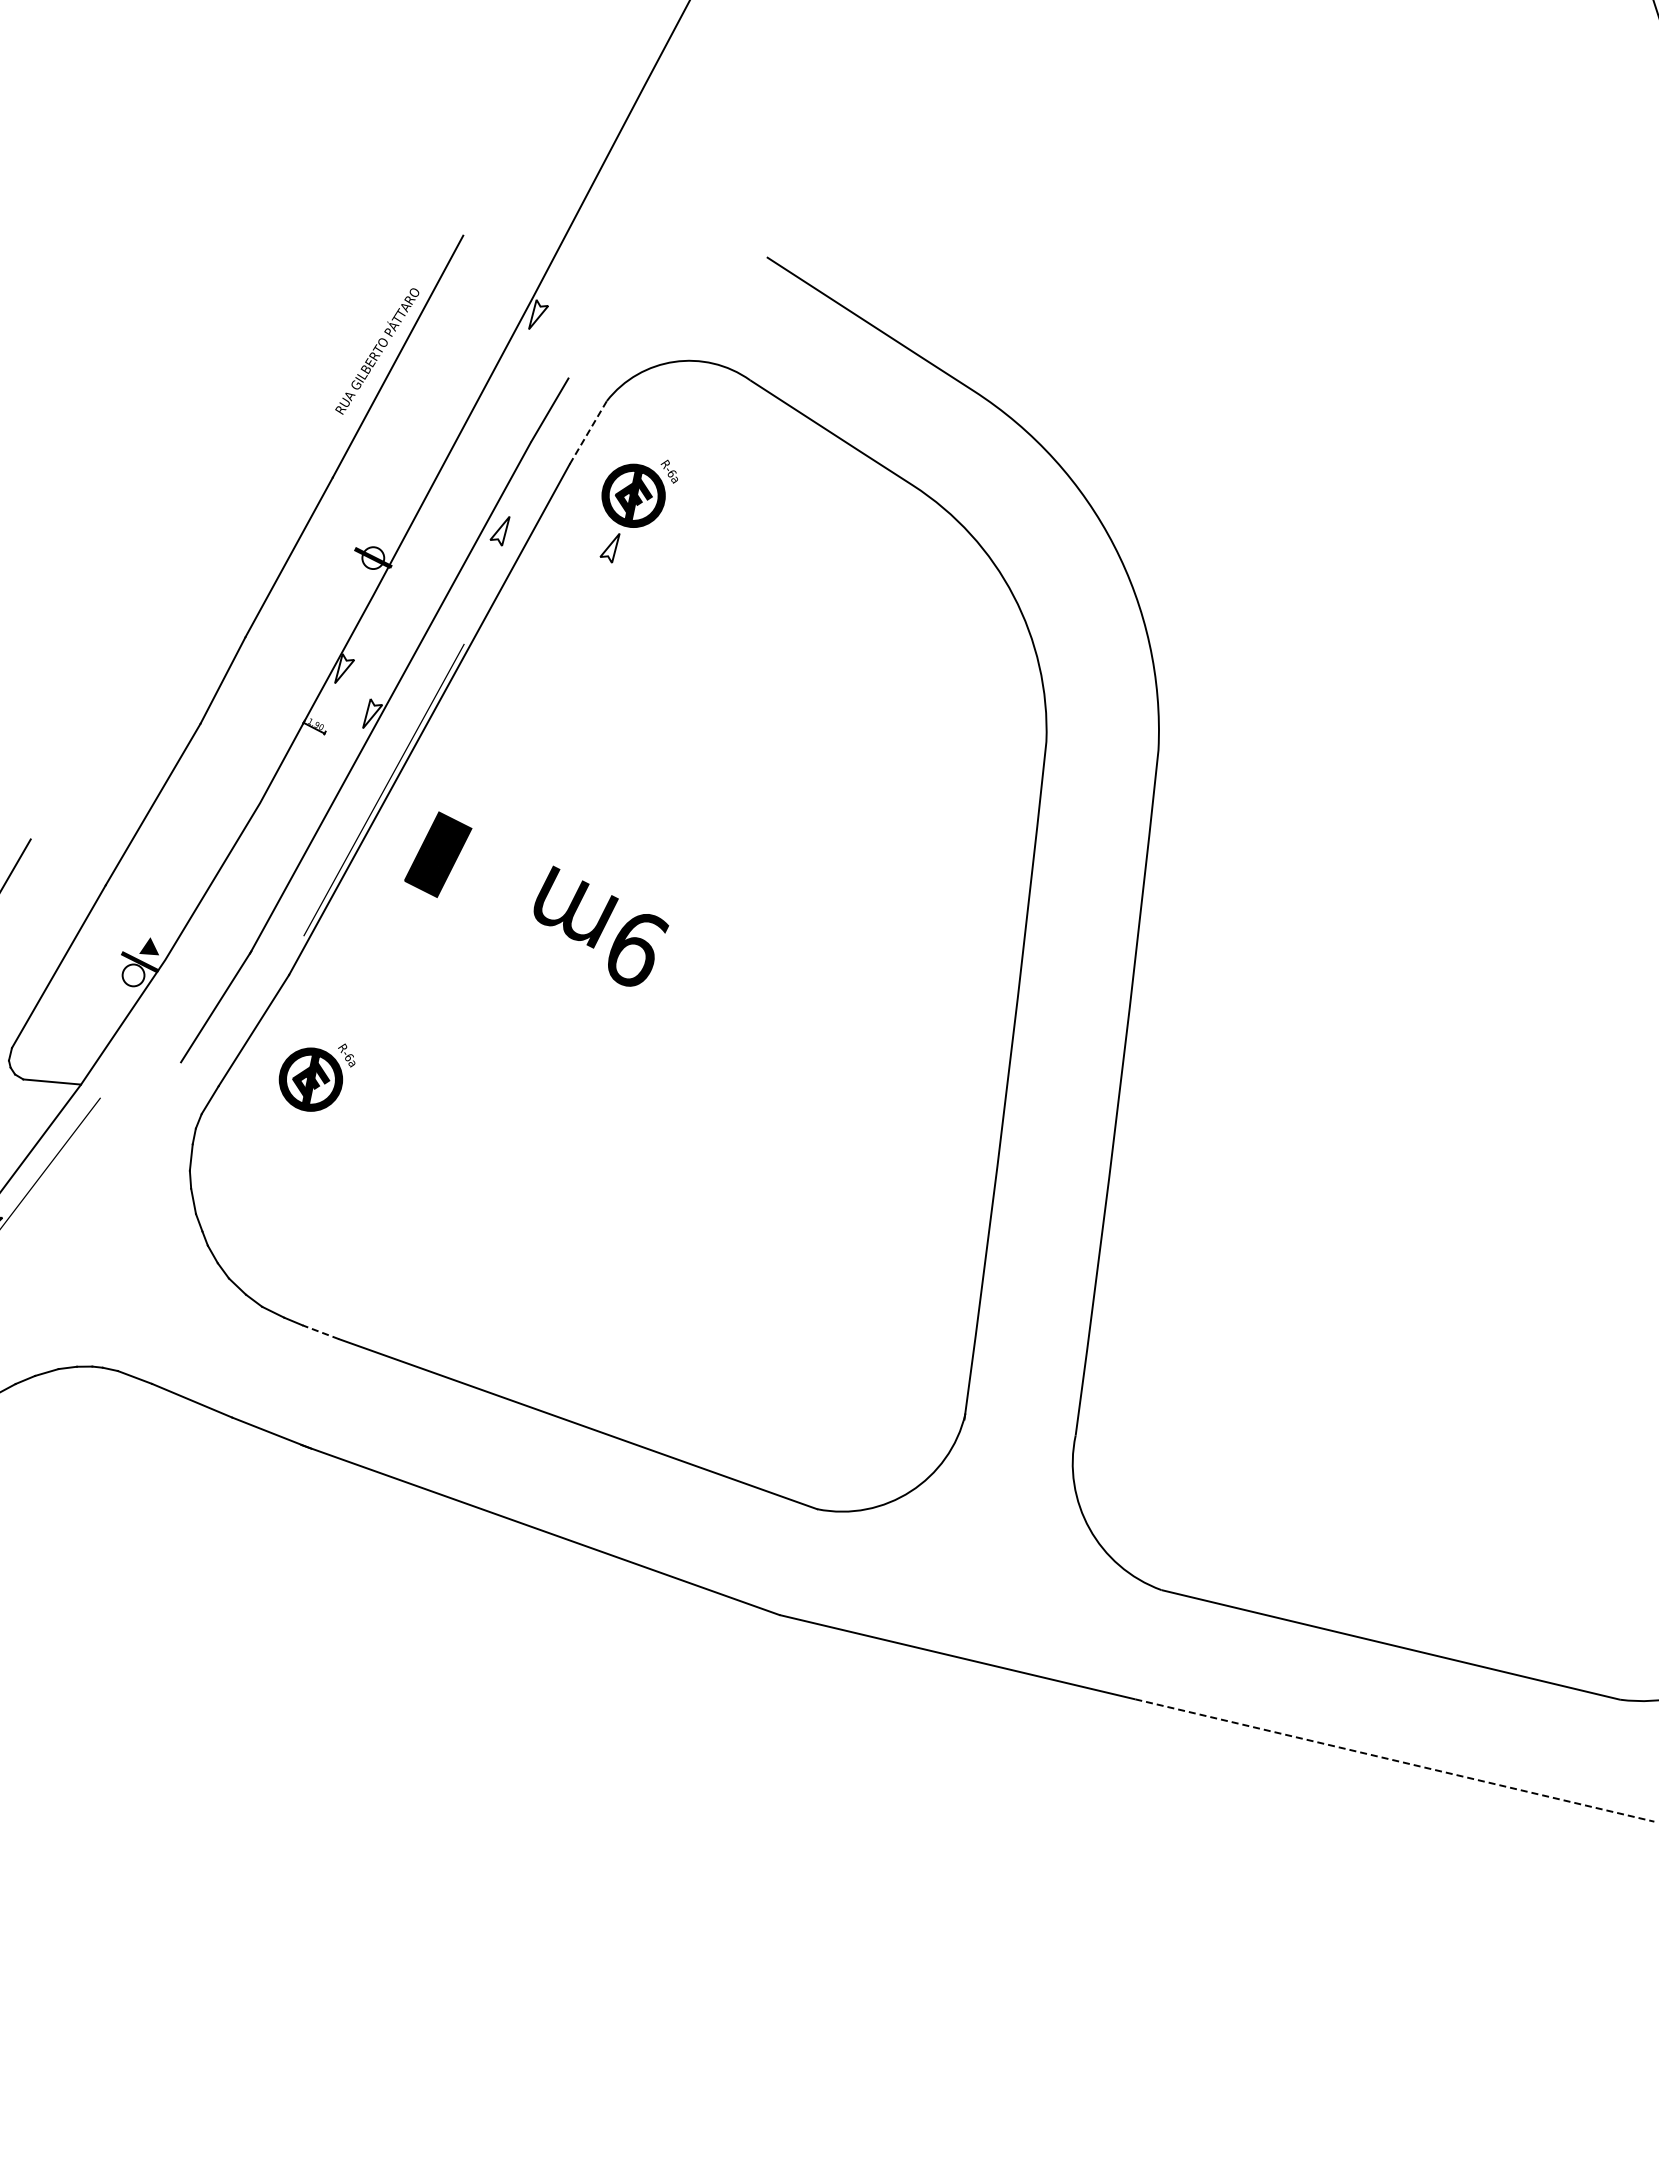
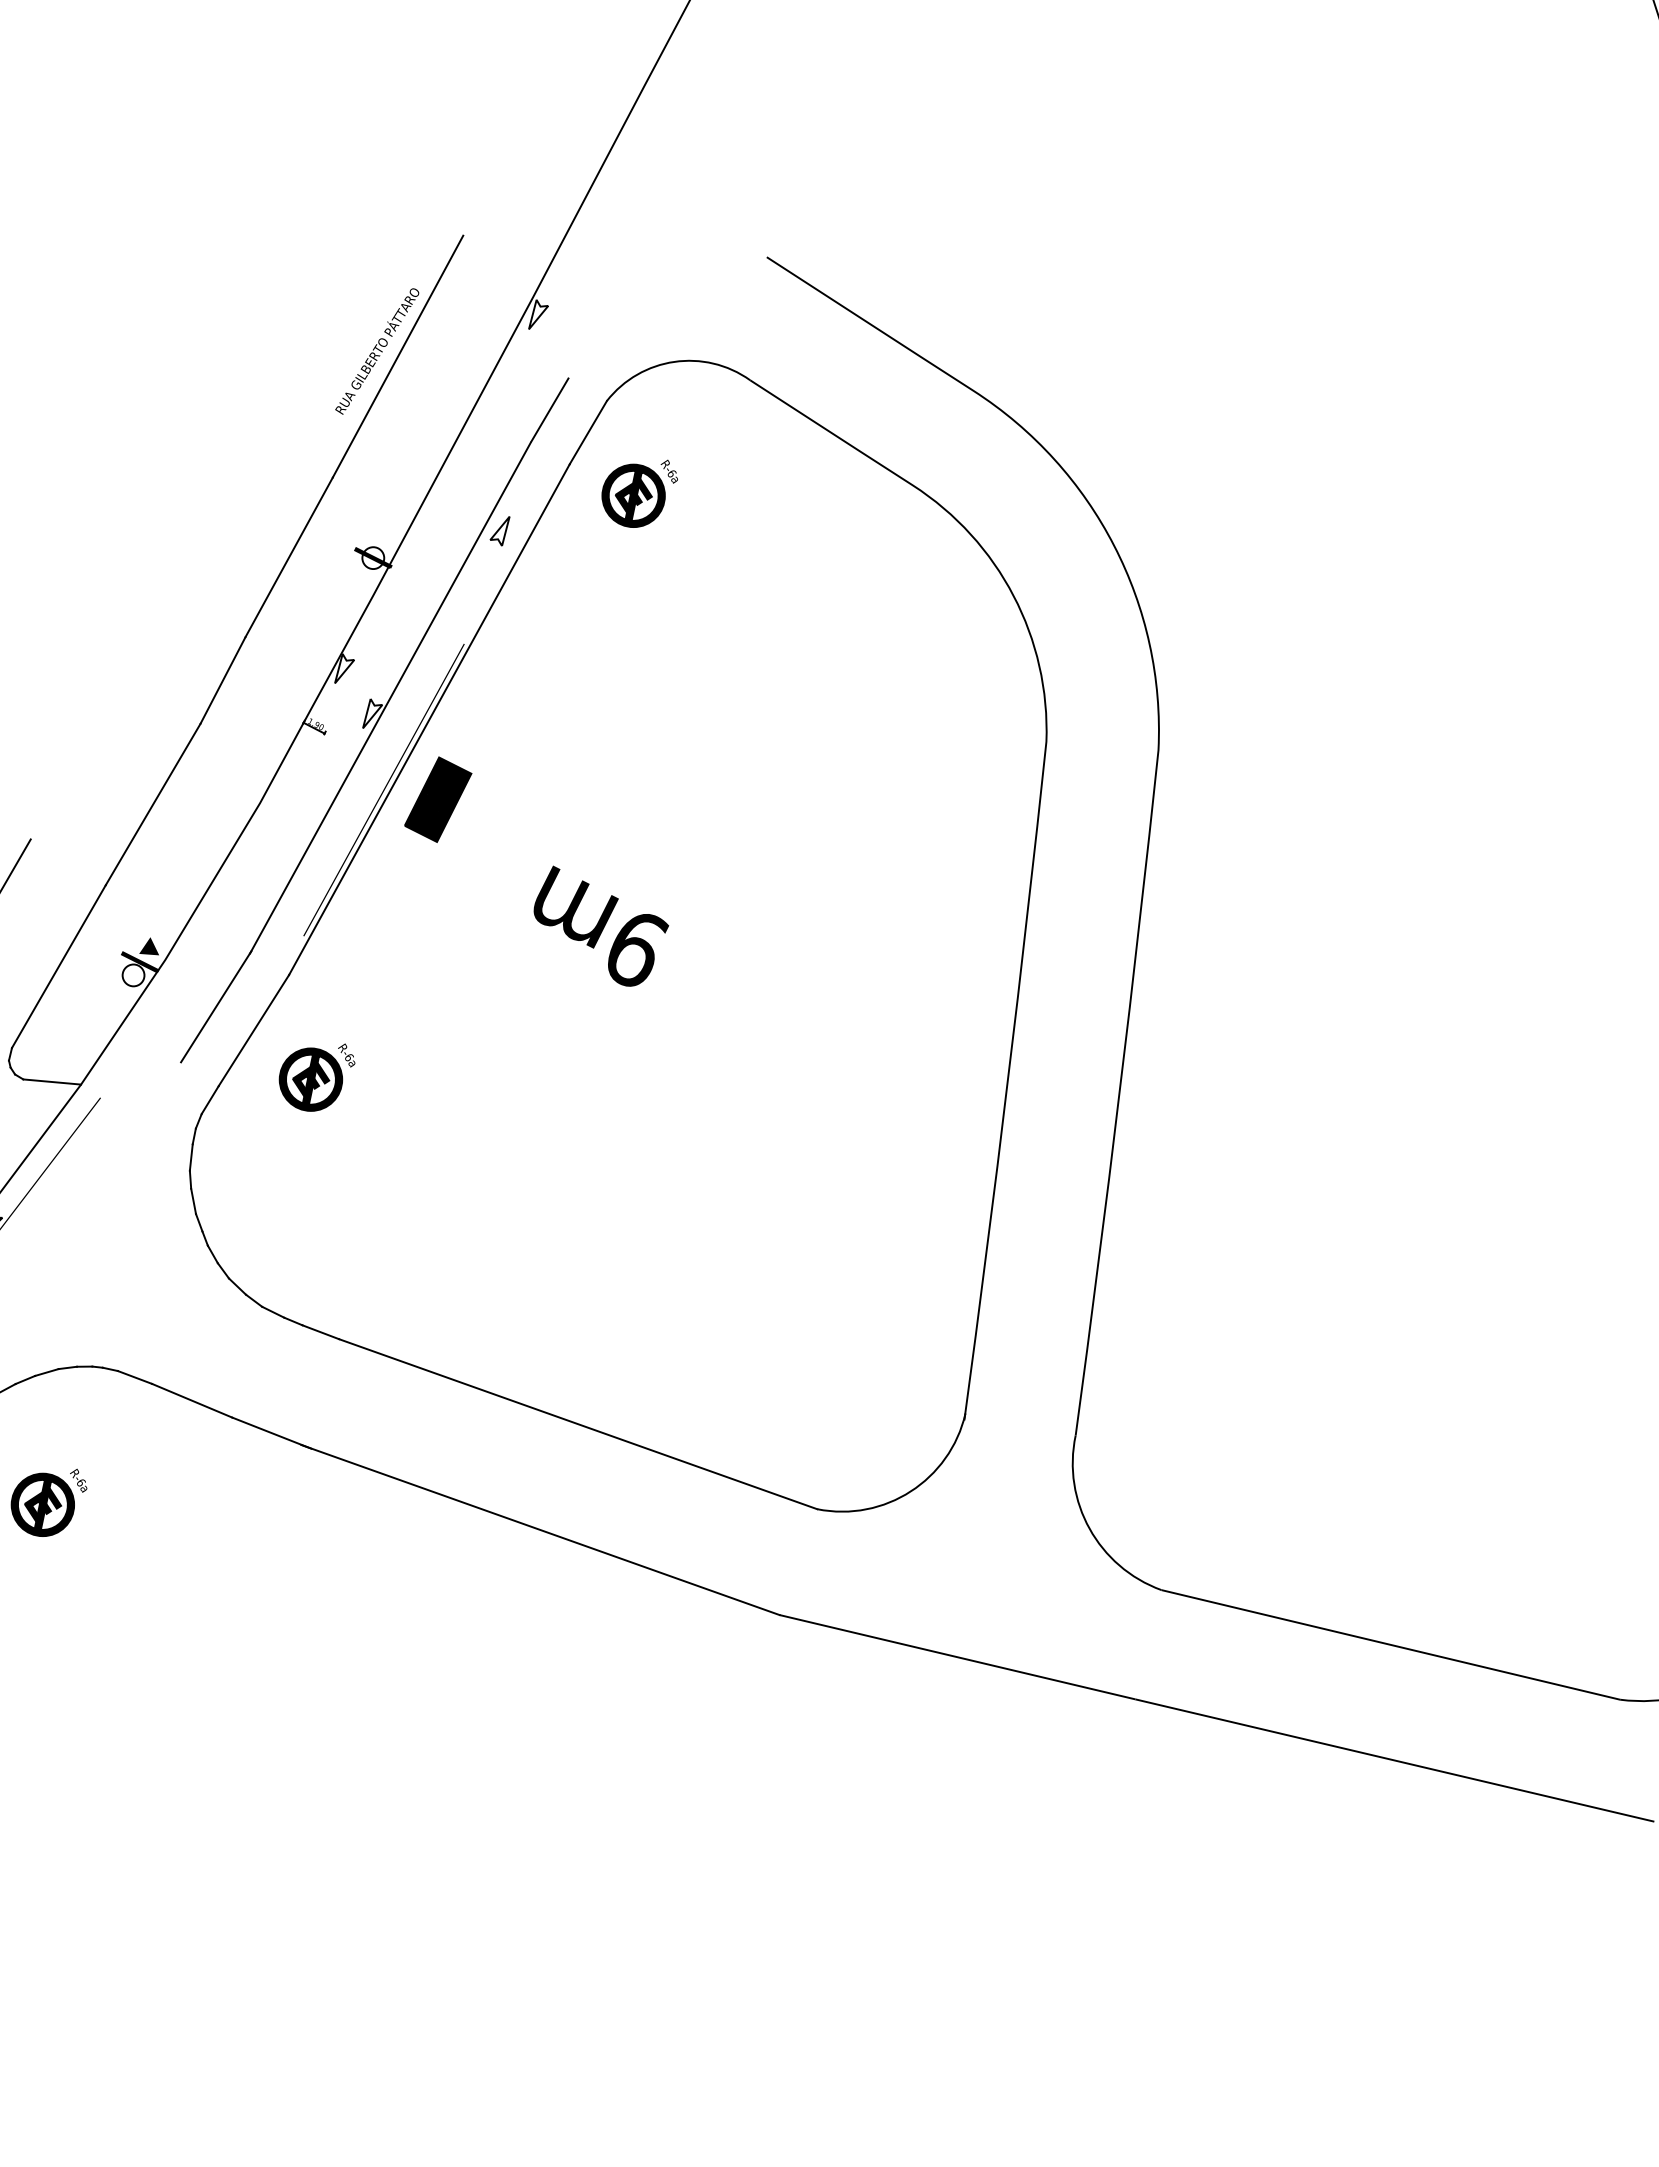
line at (588, 432): dashed -> solid
part at (609, 548): present -> none
part at (438, 854) position: (438, 854) -> (438, 799)
line at (320, 1332): dashed -> solid
part at (48, 1502): none -> present
line at (1394, 1760): dashed -> solid
